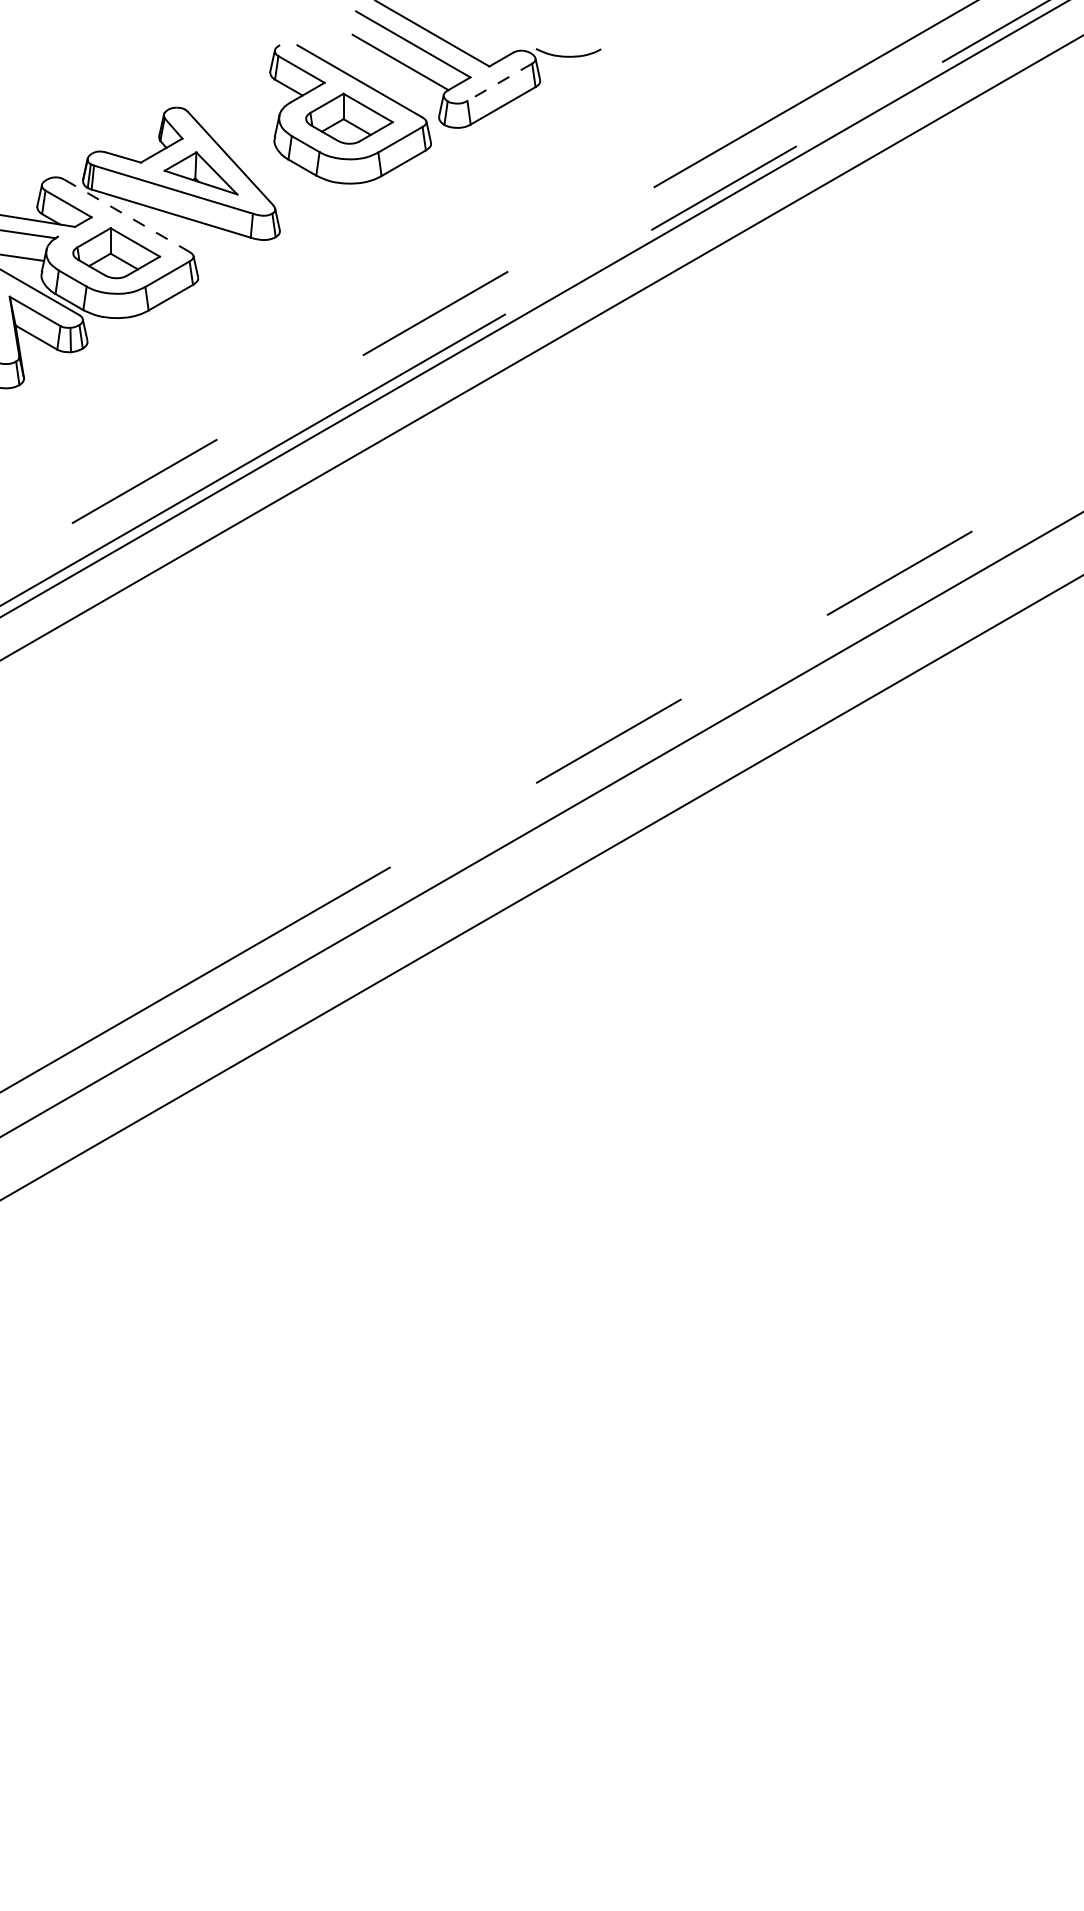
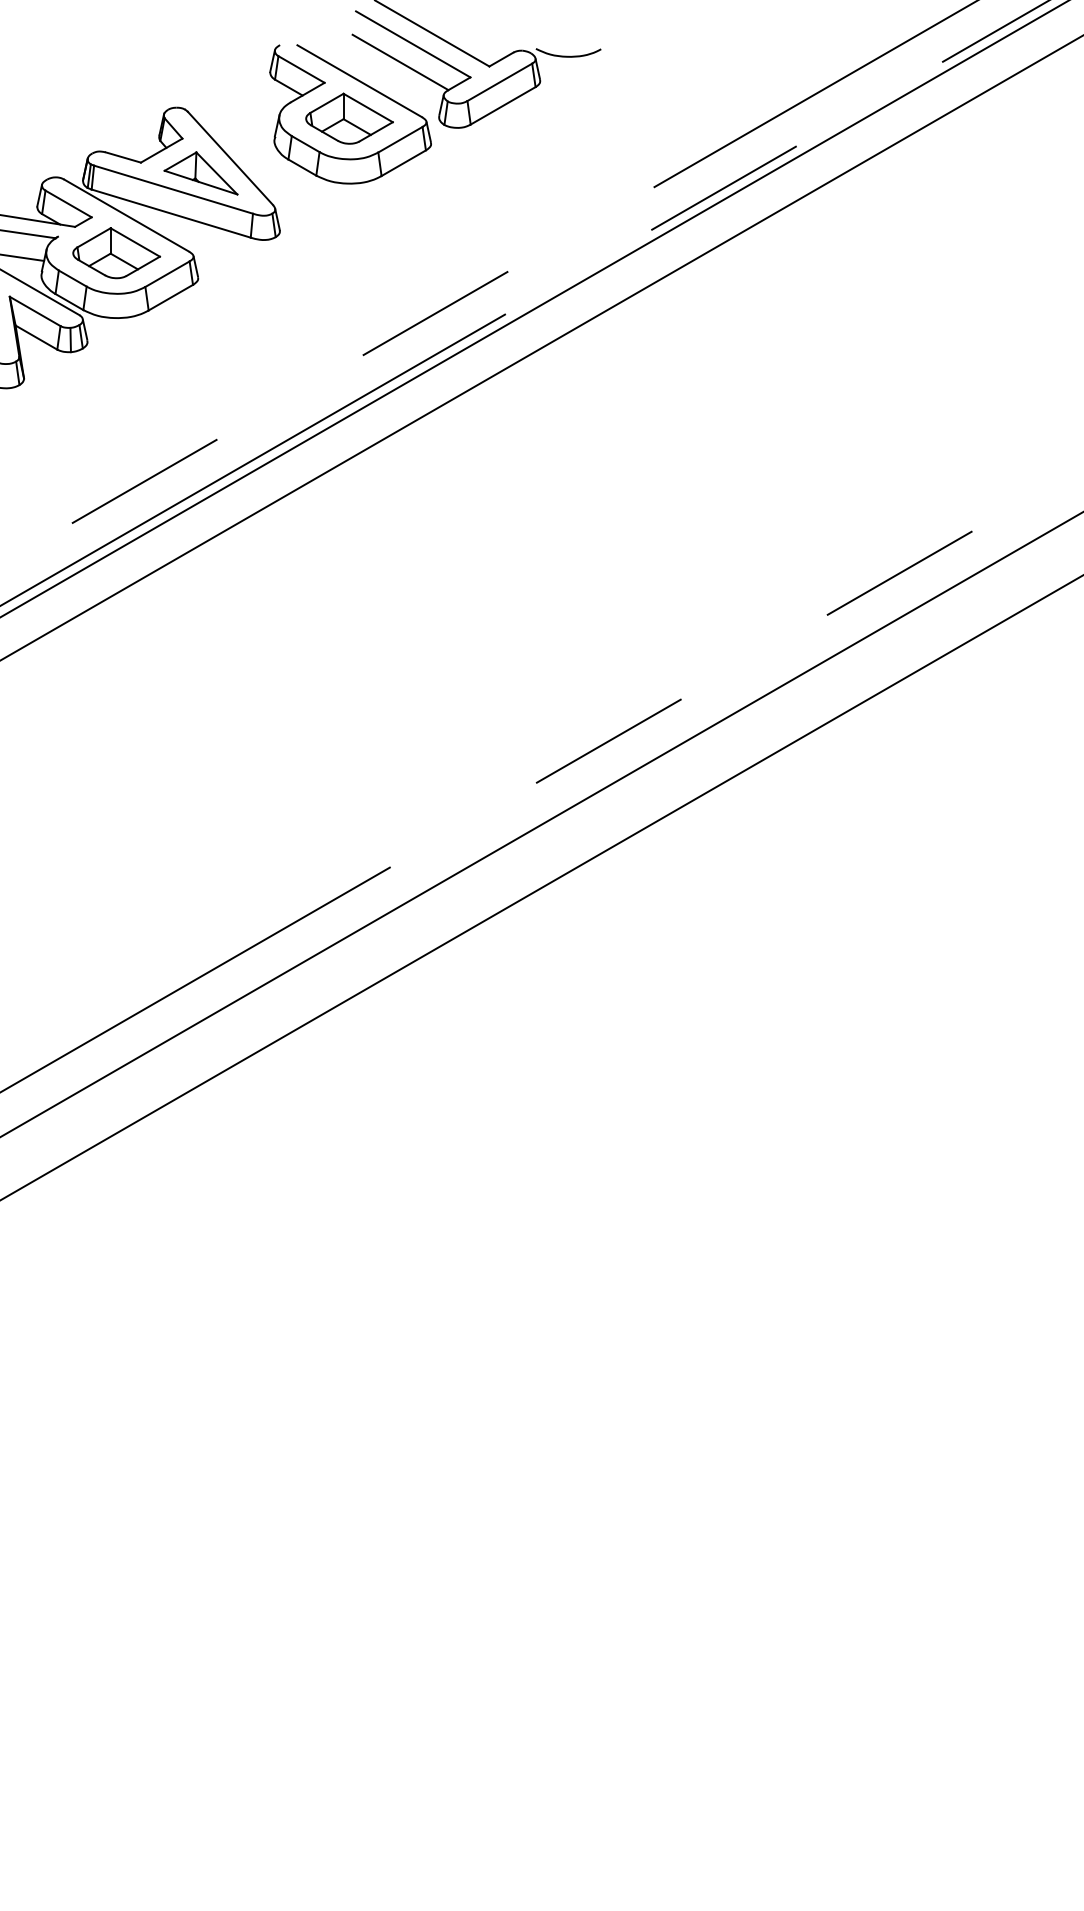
line at (499, 82): dashed -> solid
line at (126, 215): dashed -> solid
